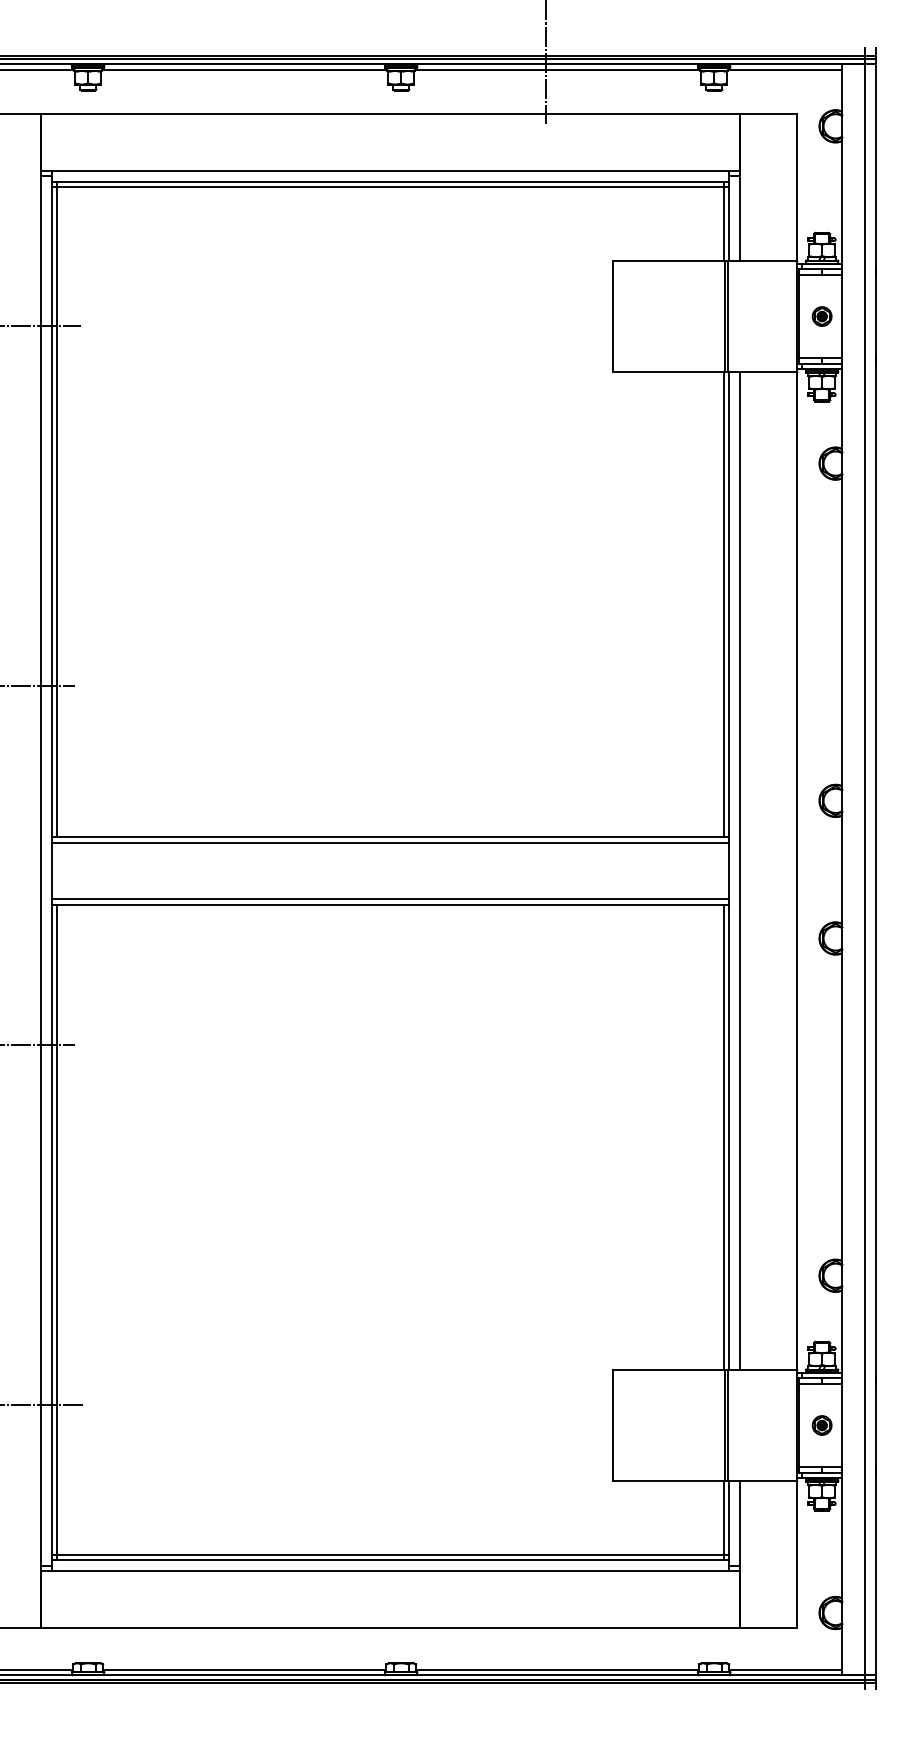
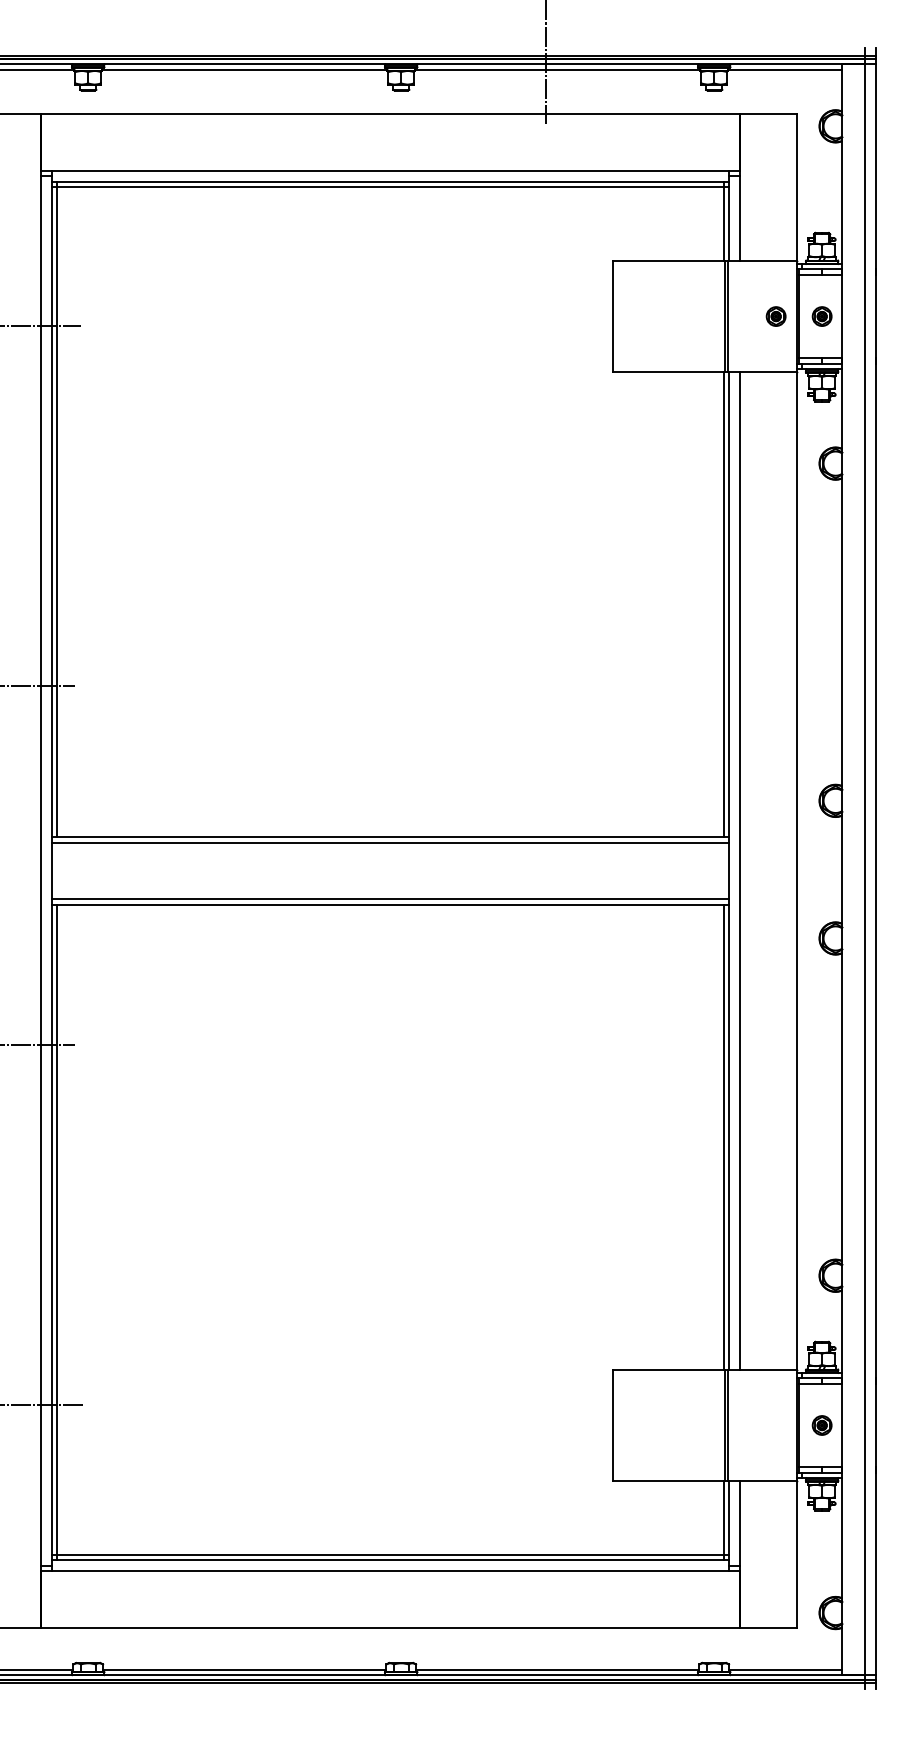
part at (775, 316): none -> present
